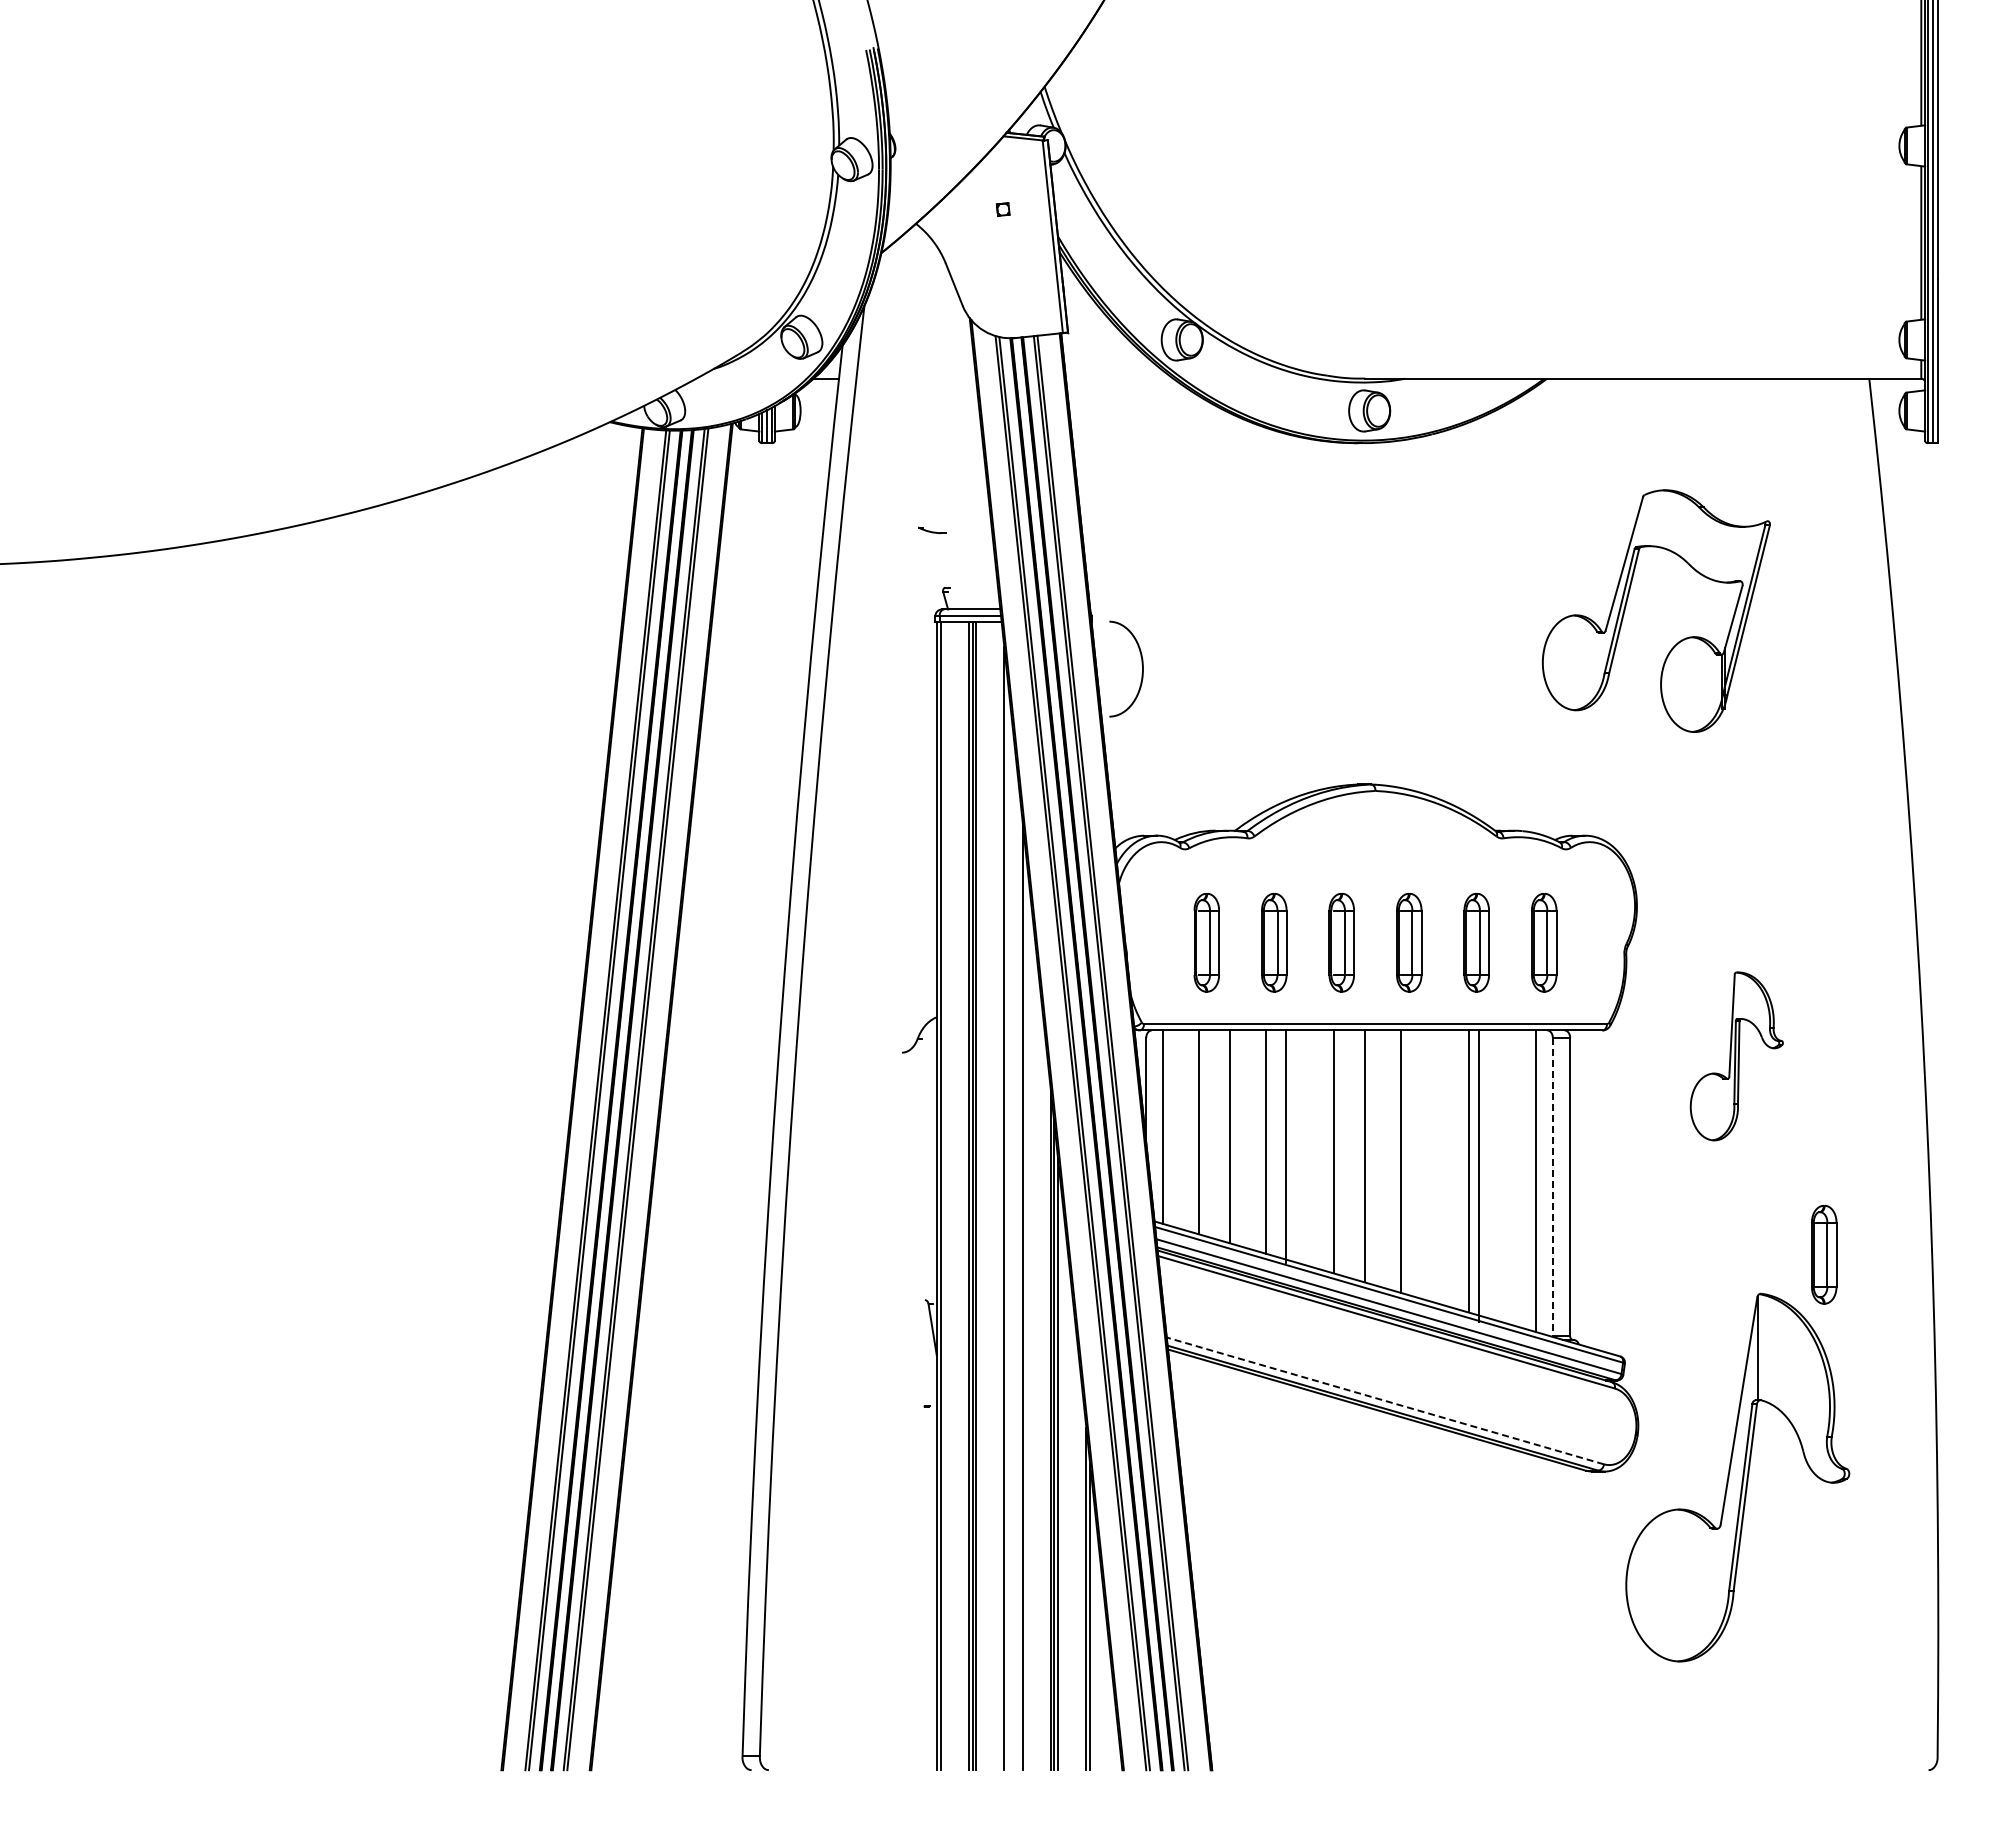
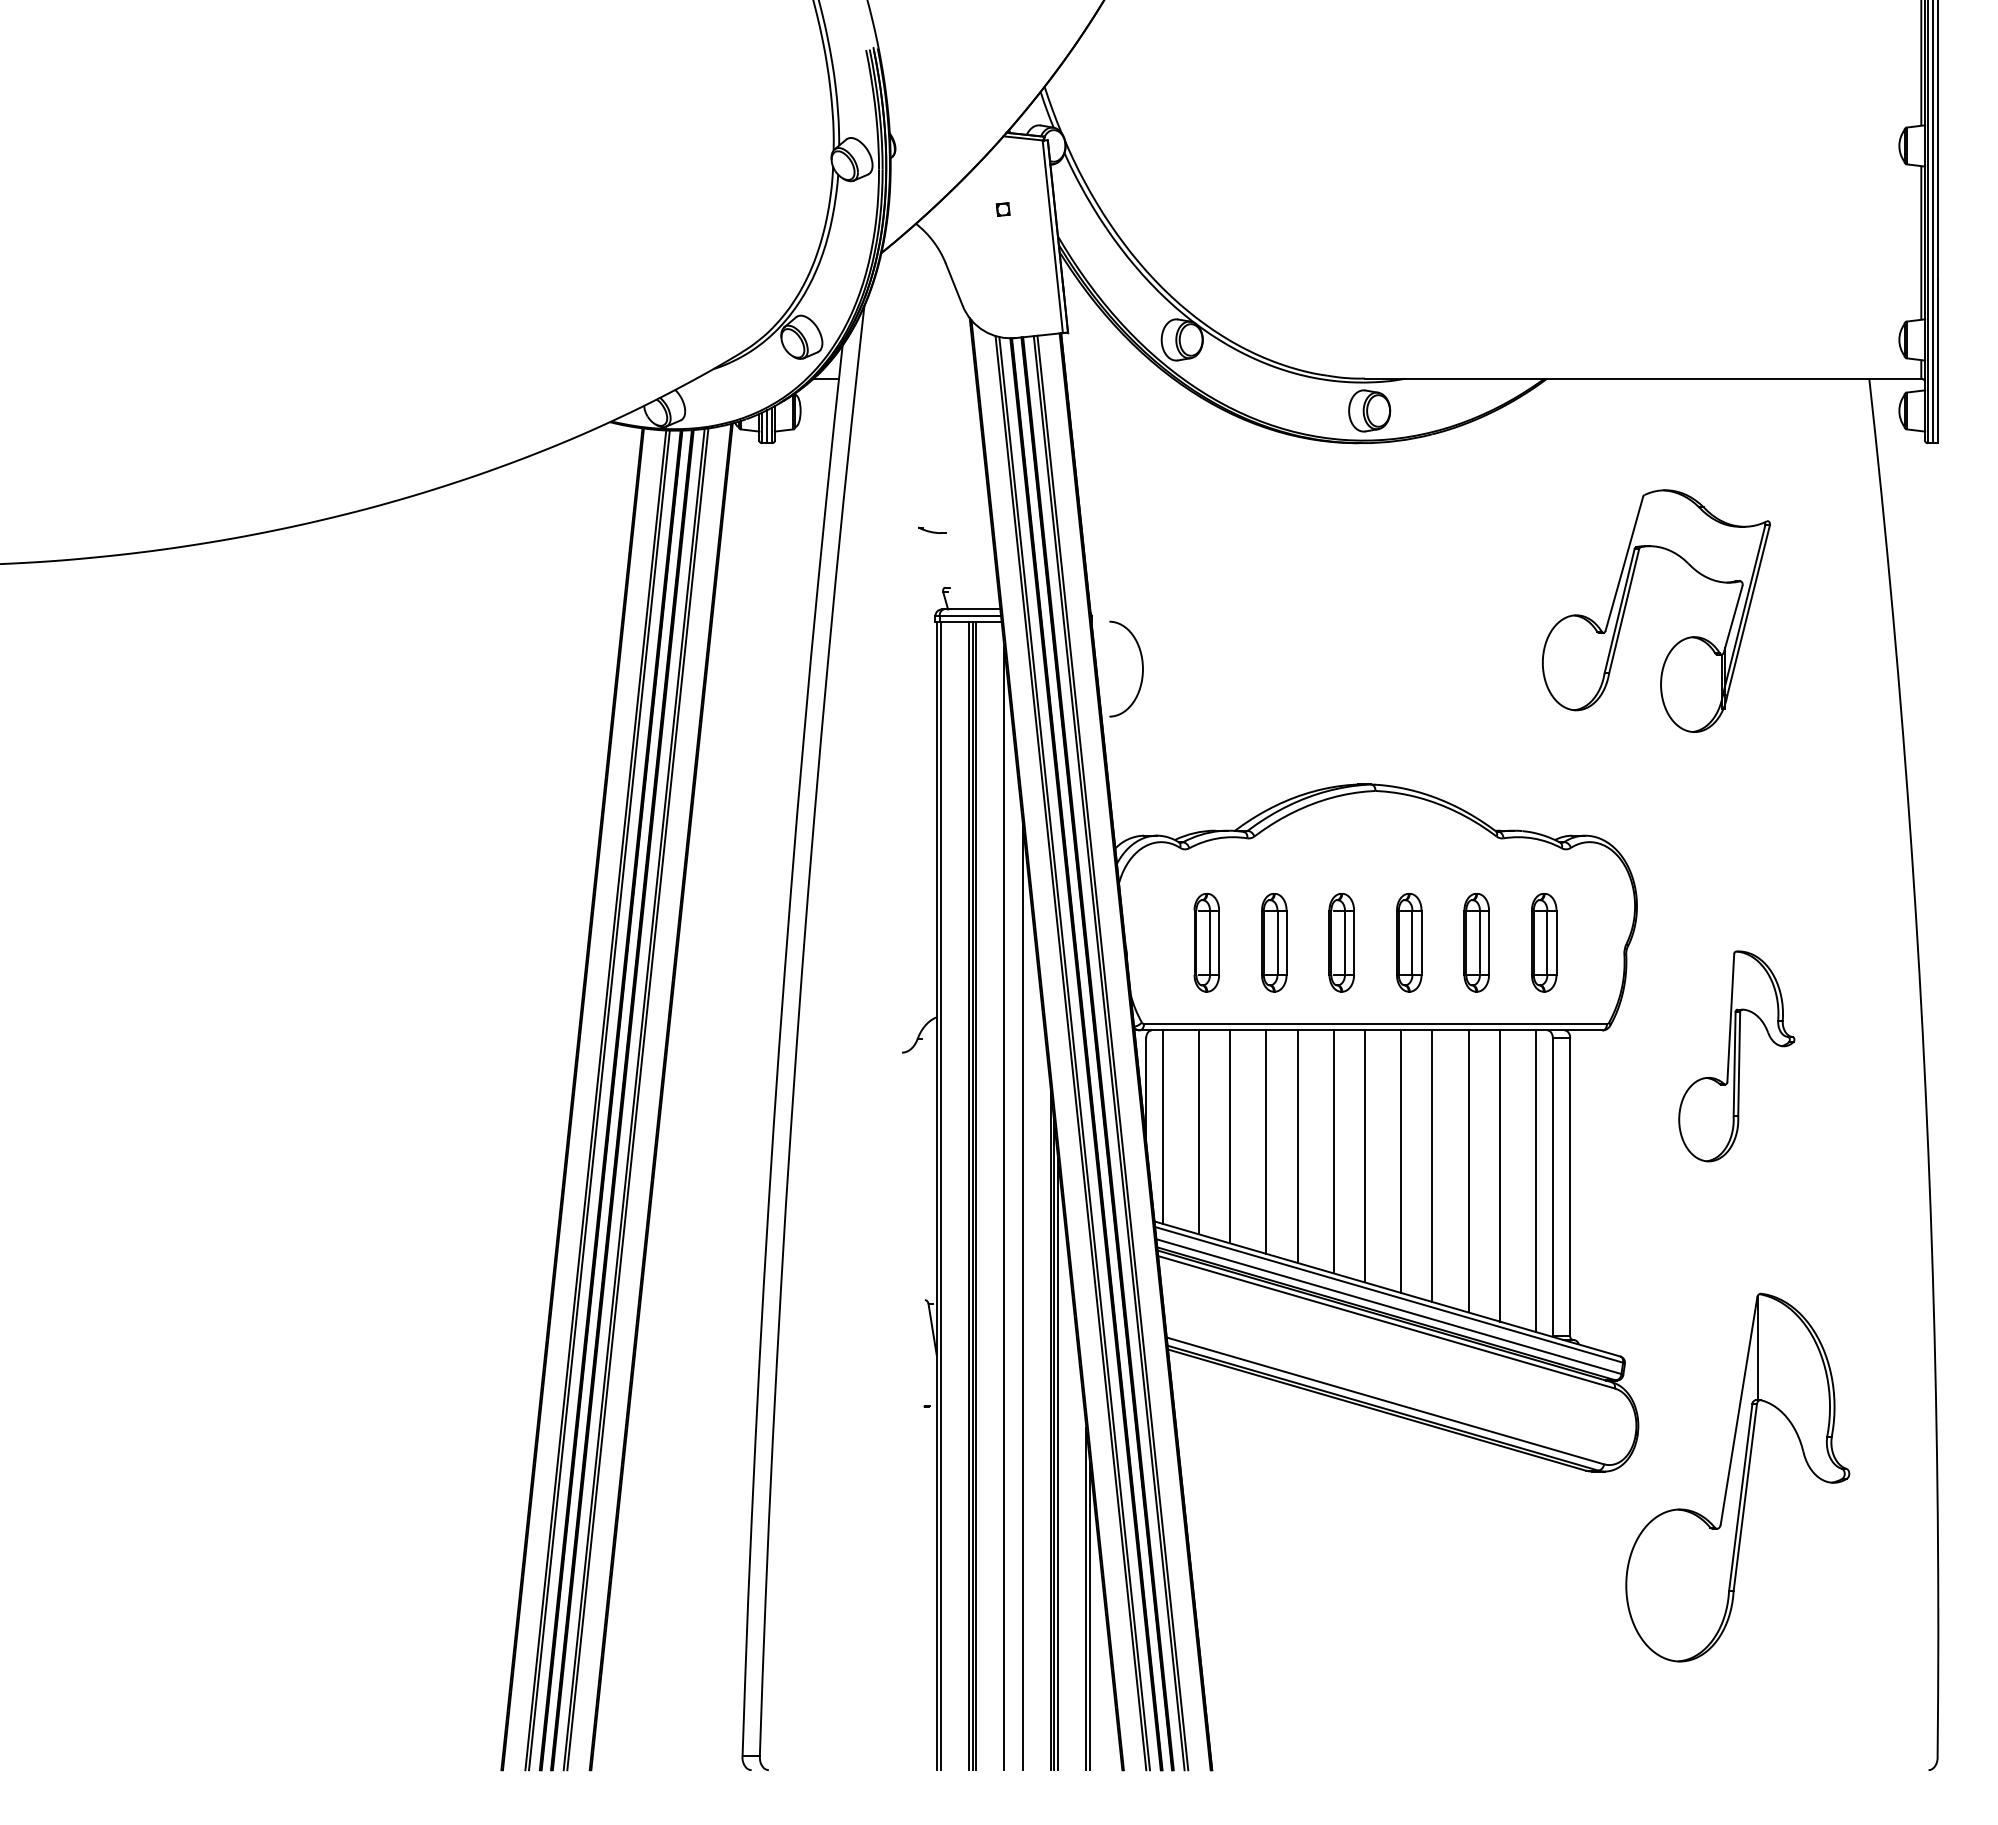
part at (1736, 1056) size: 95x171 px -> 118x213 px
line at (1285, 1146) position: (1285, 1146) -> (1297, 1146)
line at (1432, 1166): none -> present
line at (1478, 1175) position: (1478, 1175) -> (1499, 1175)
line at (1552, 1187): dashed -> solid
part at (1824, 1254): present -> none
line at (1385, 1400): dashed -> solid
